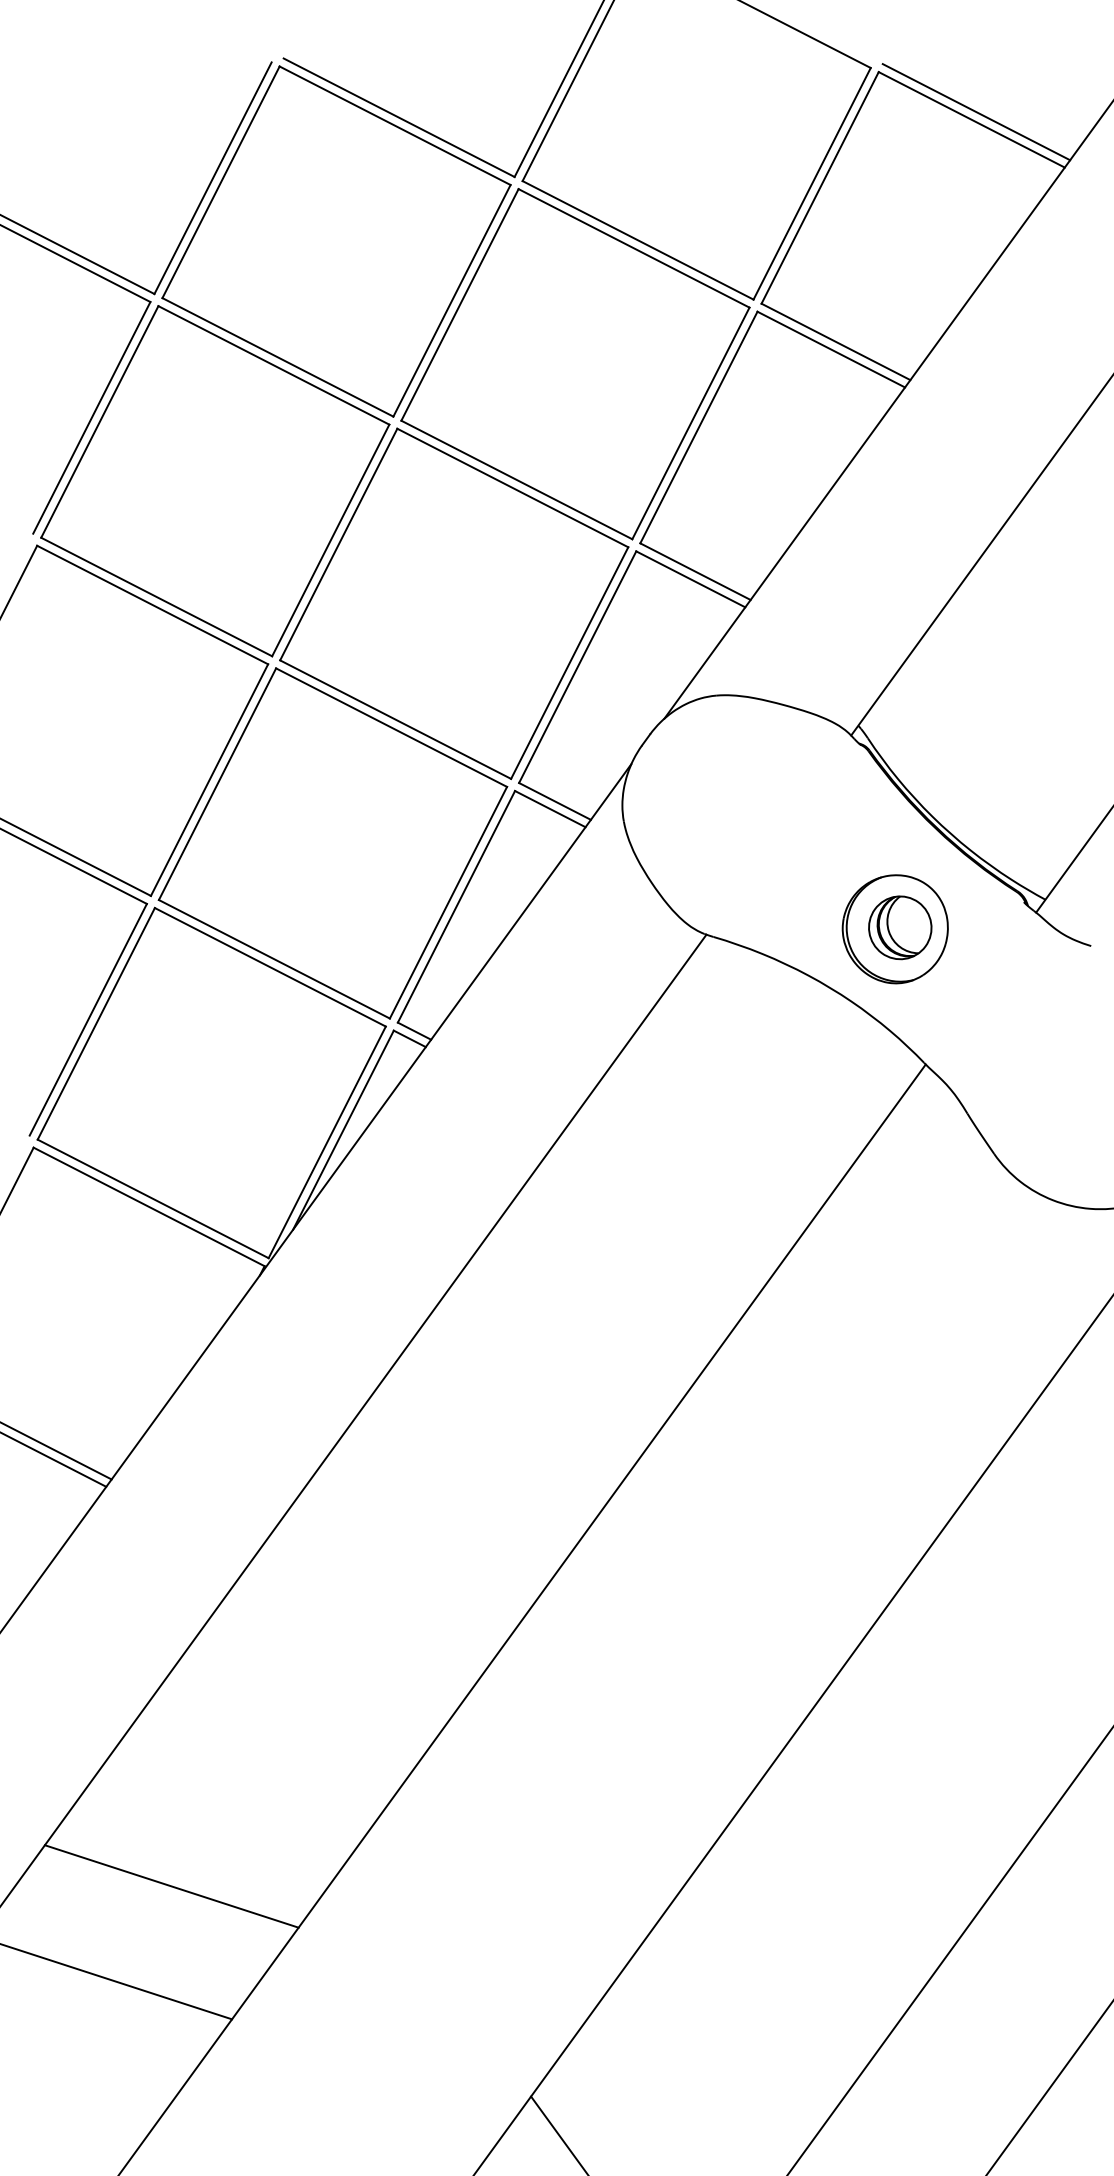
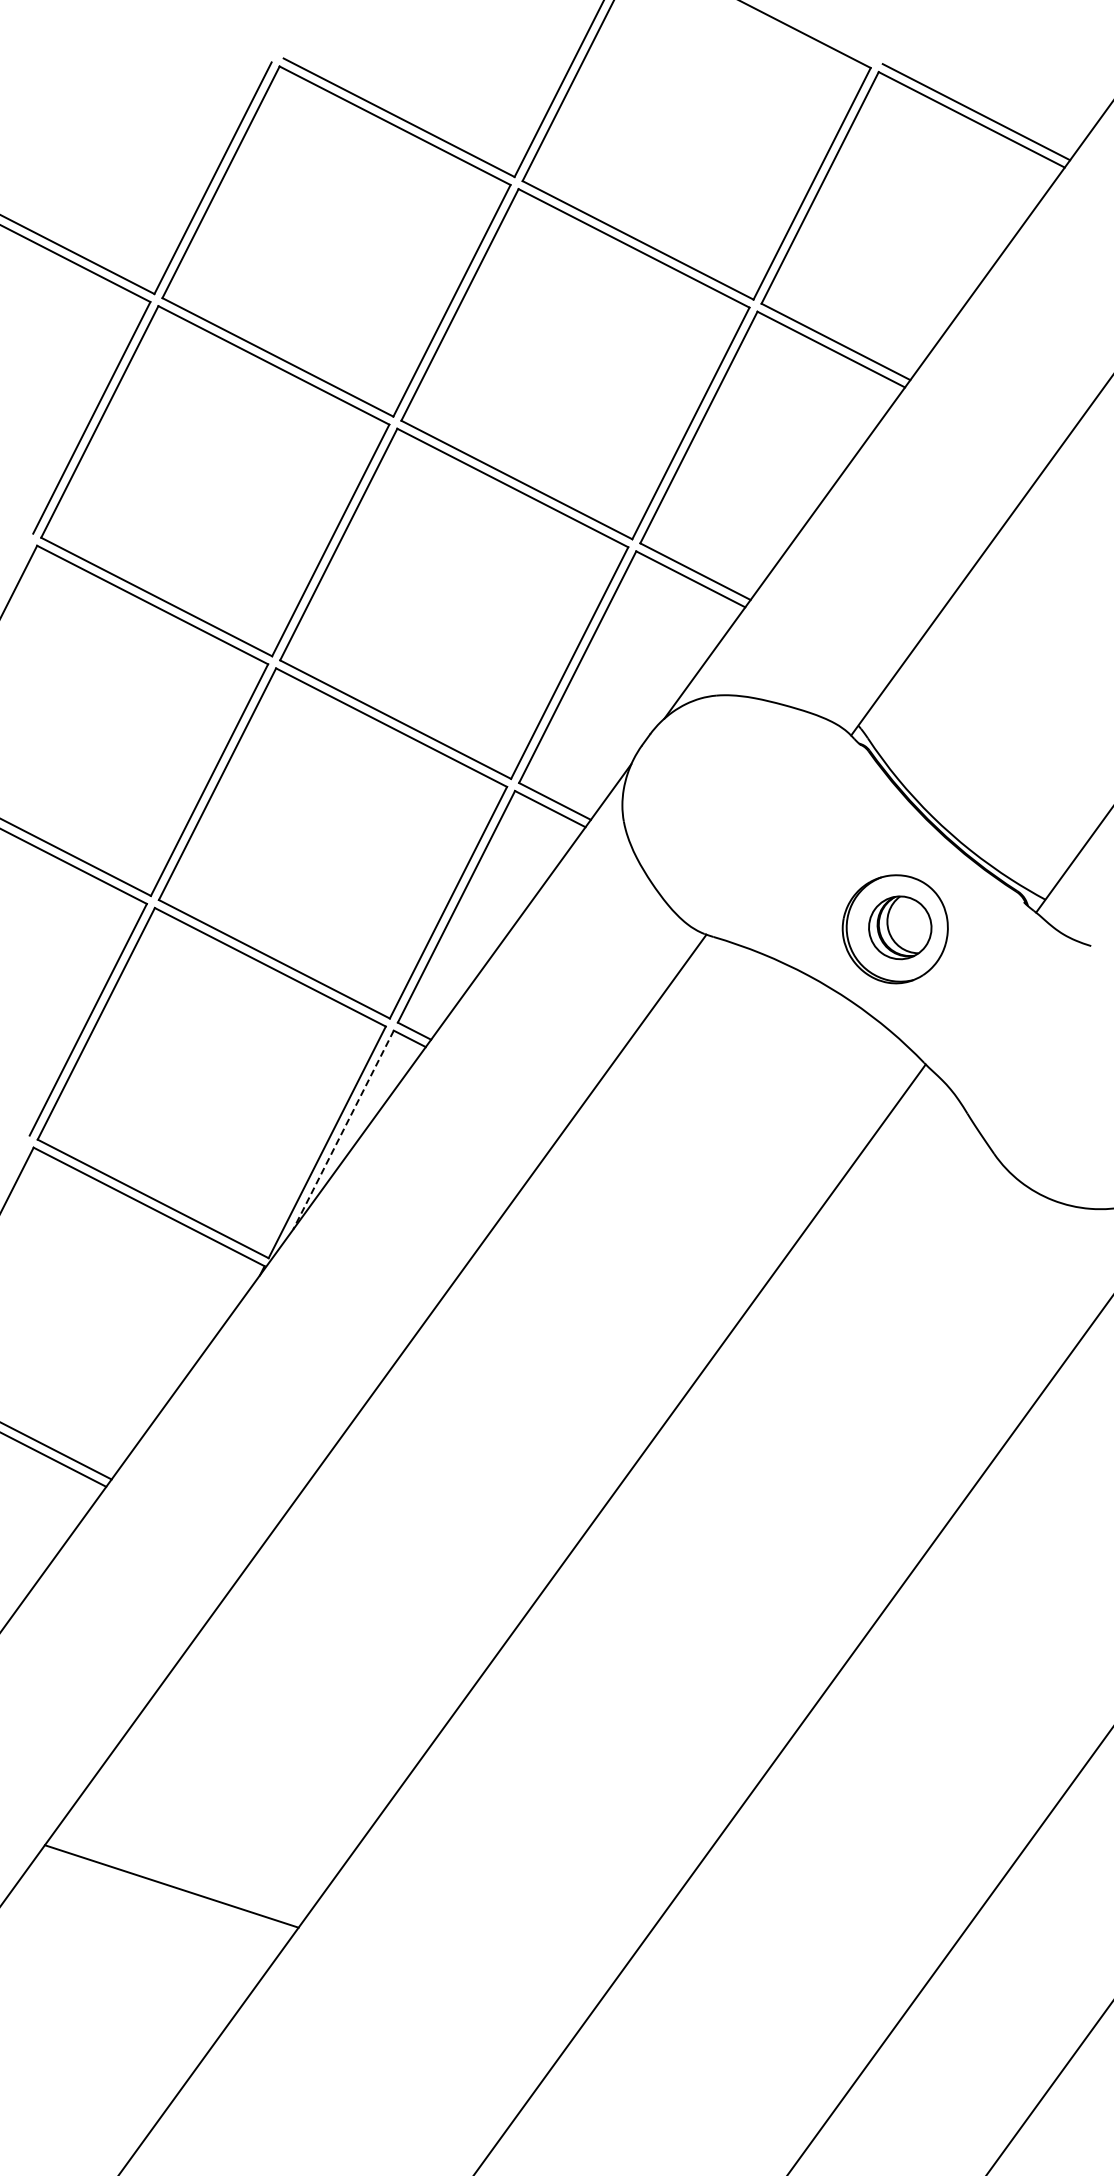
line at (343, 1130): solid -> dashed
line at (117, 1981): present -> none
line at (558, 2134): present -> none
